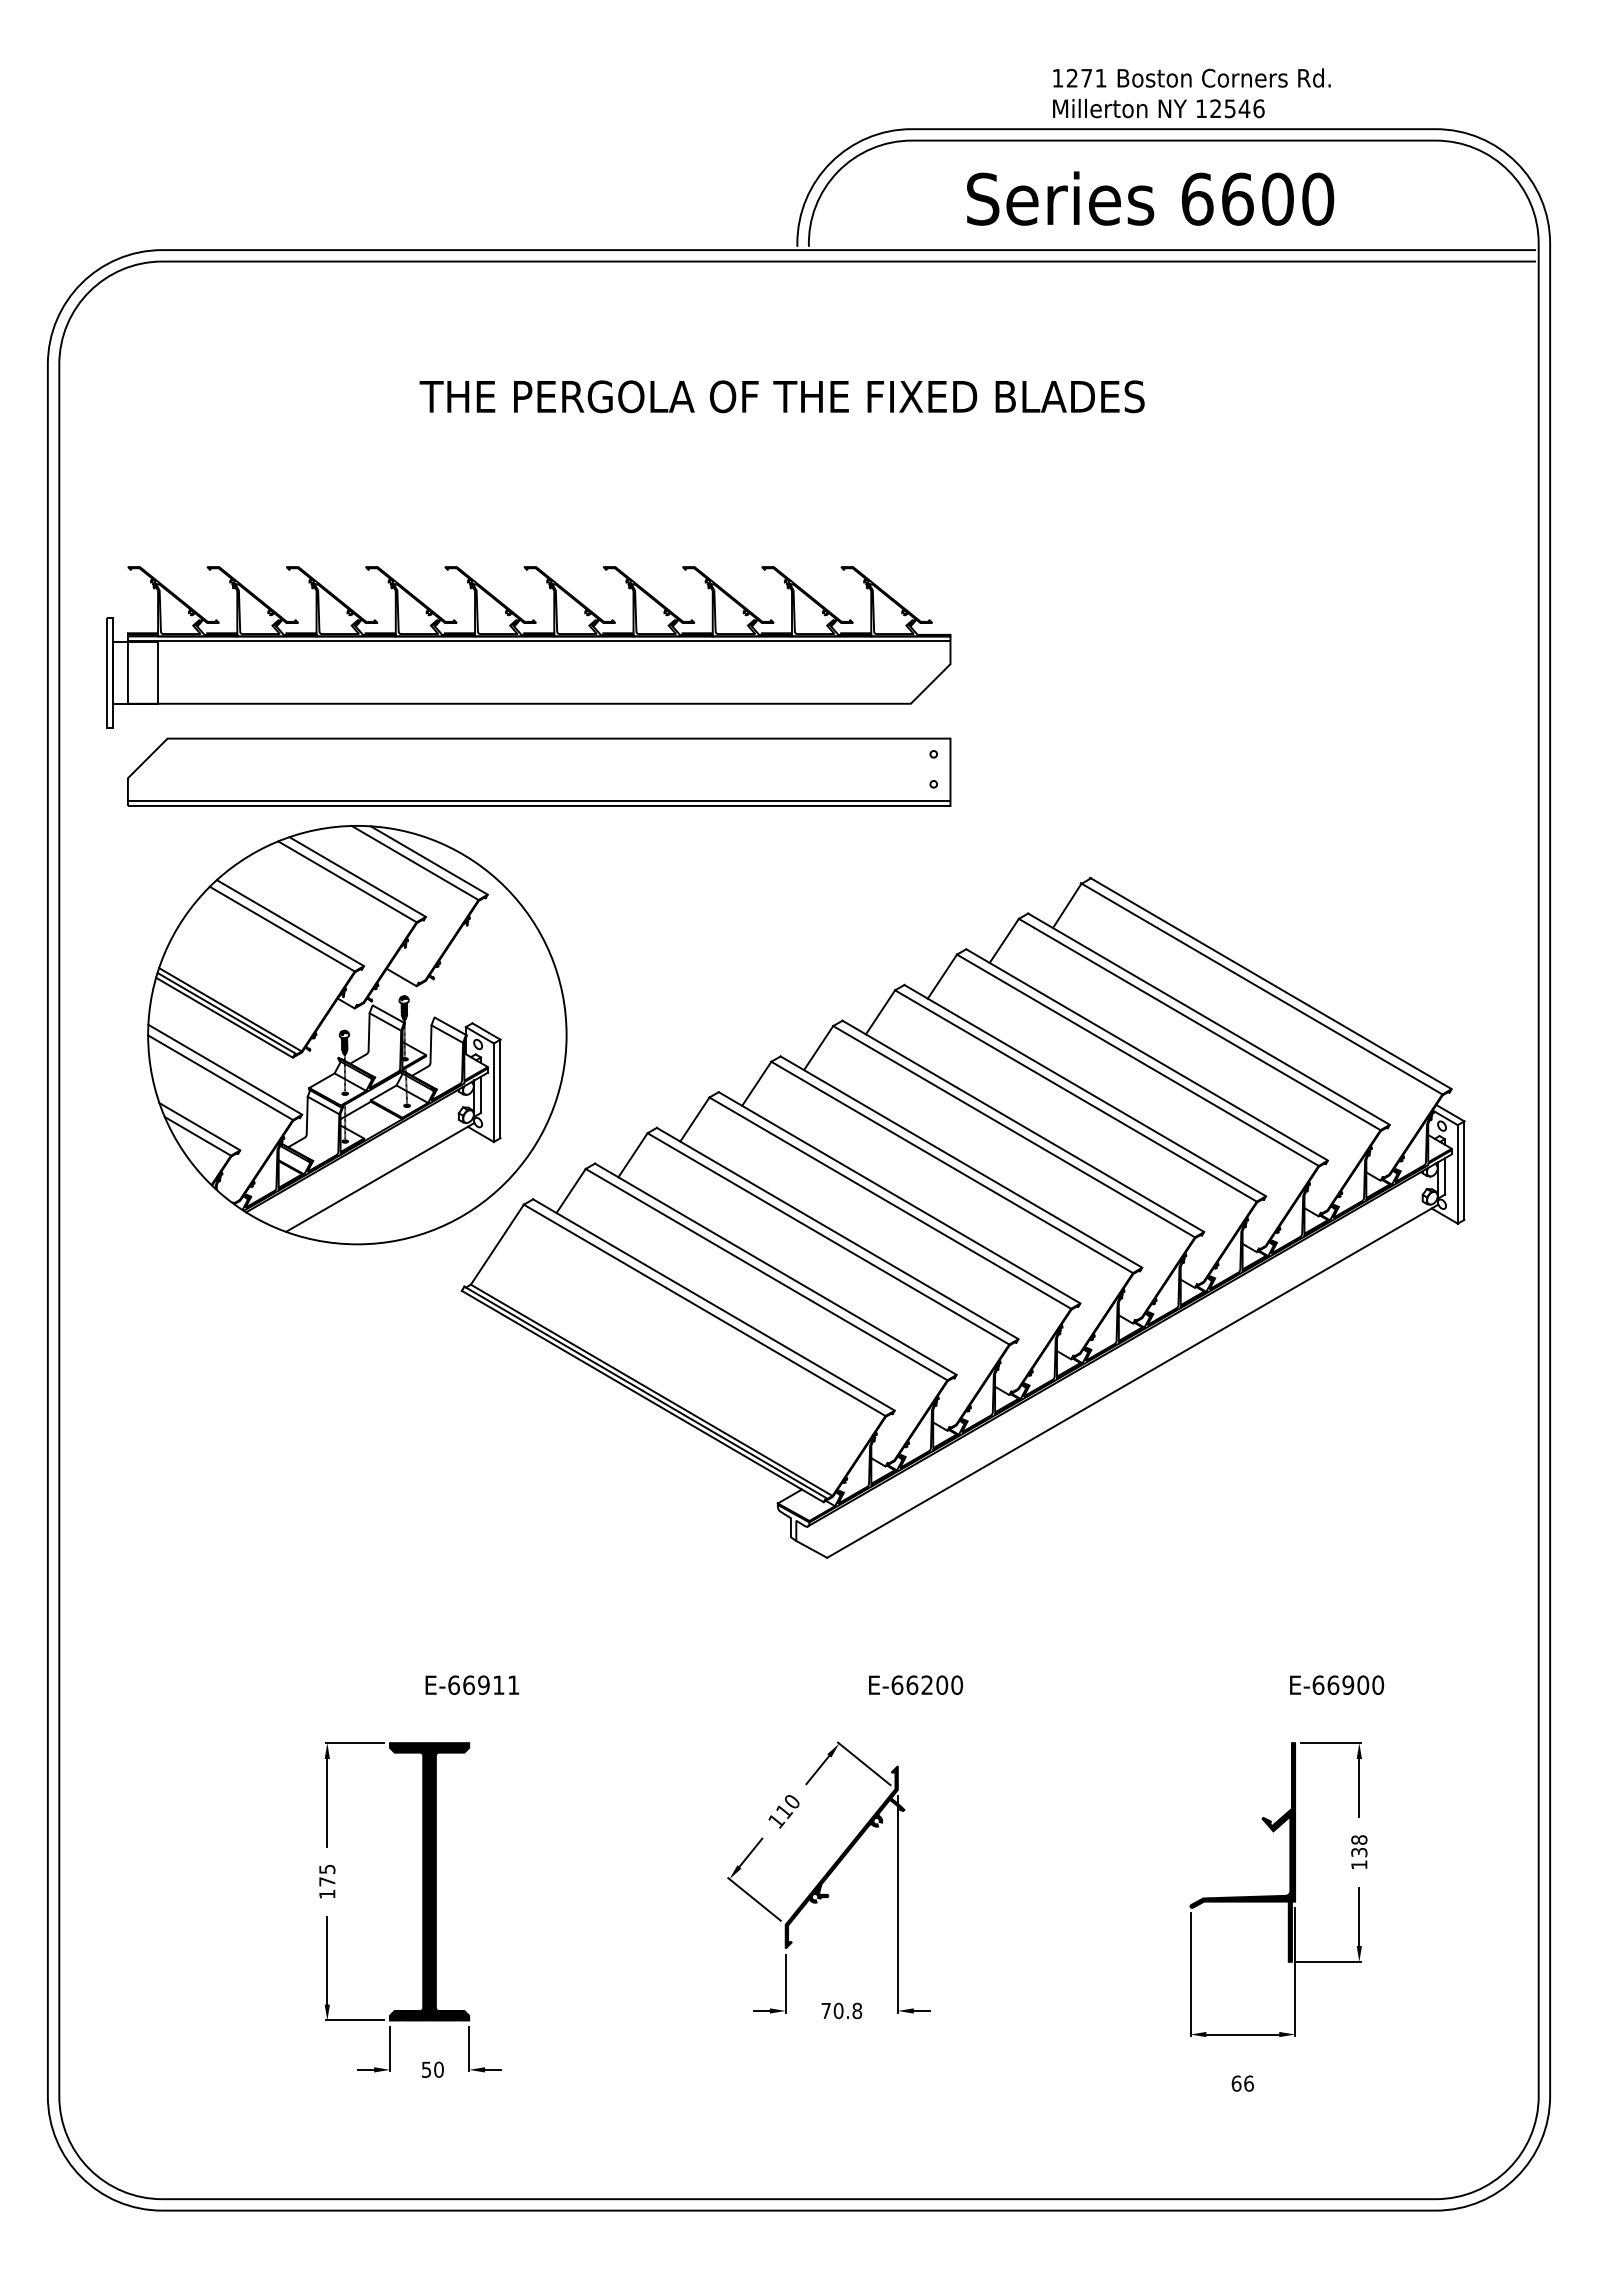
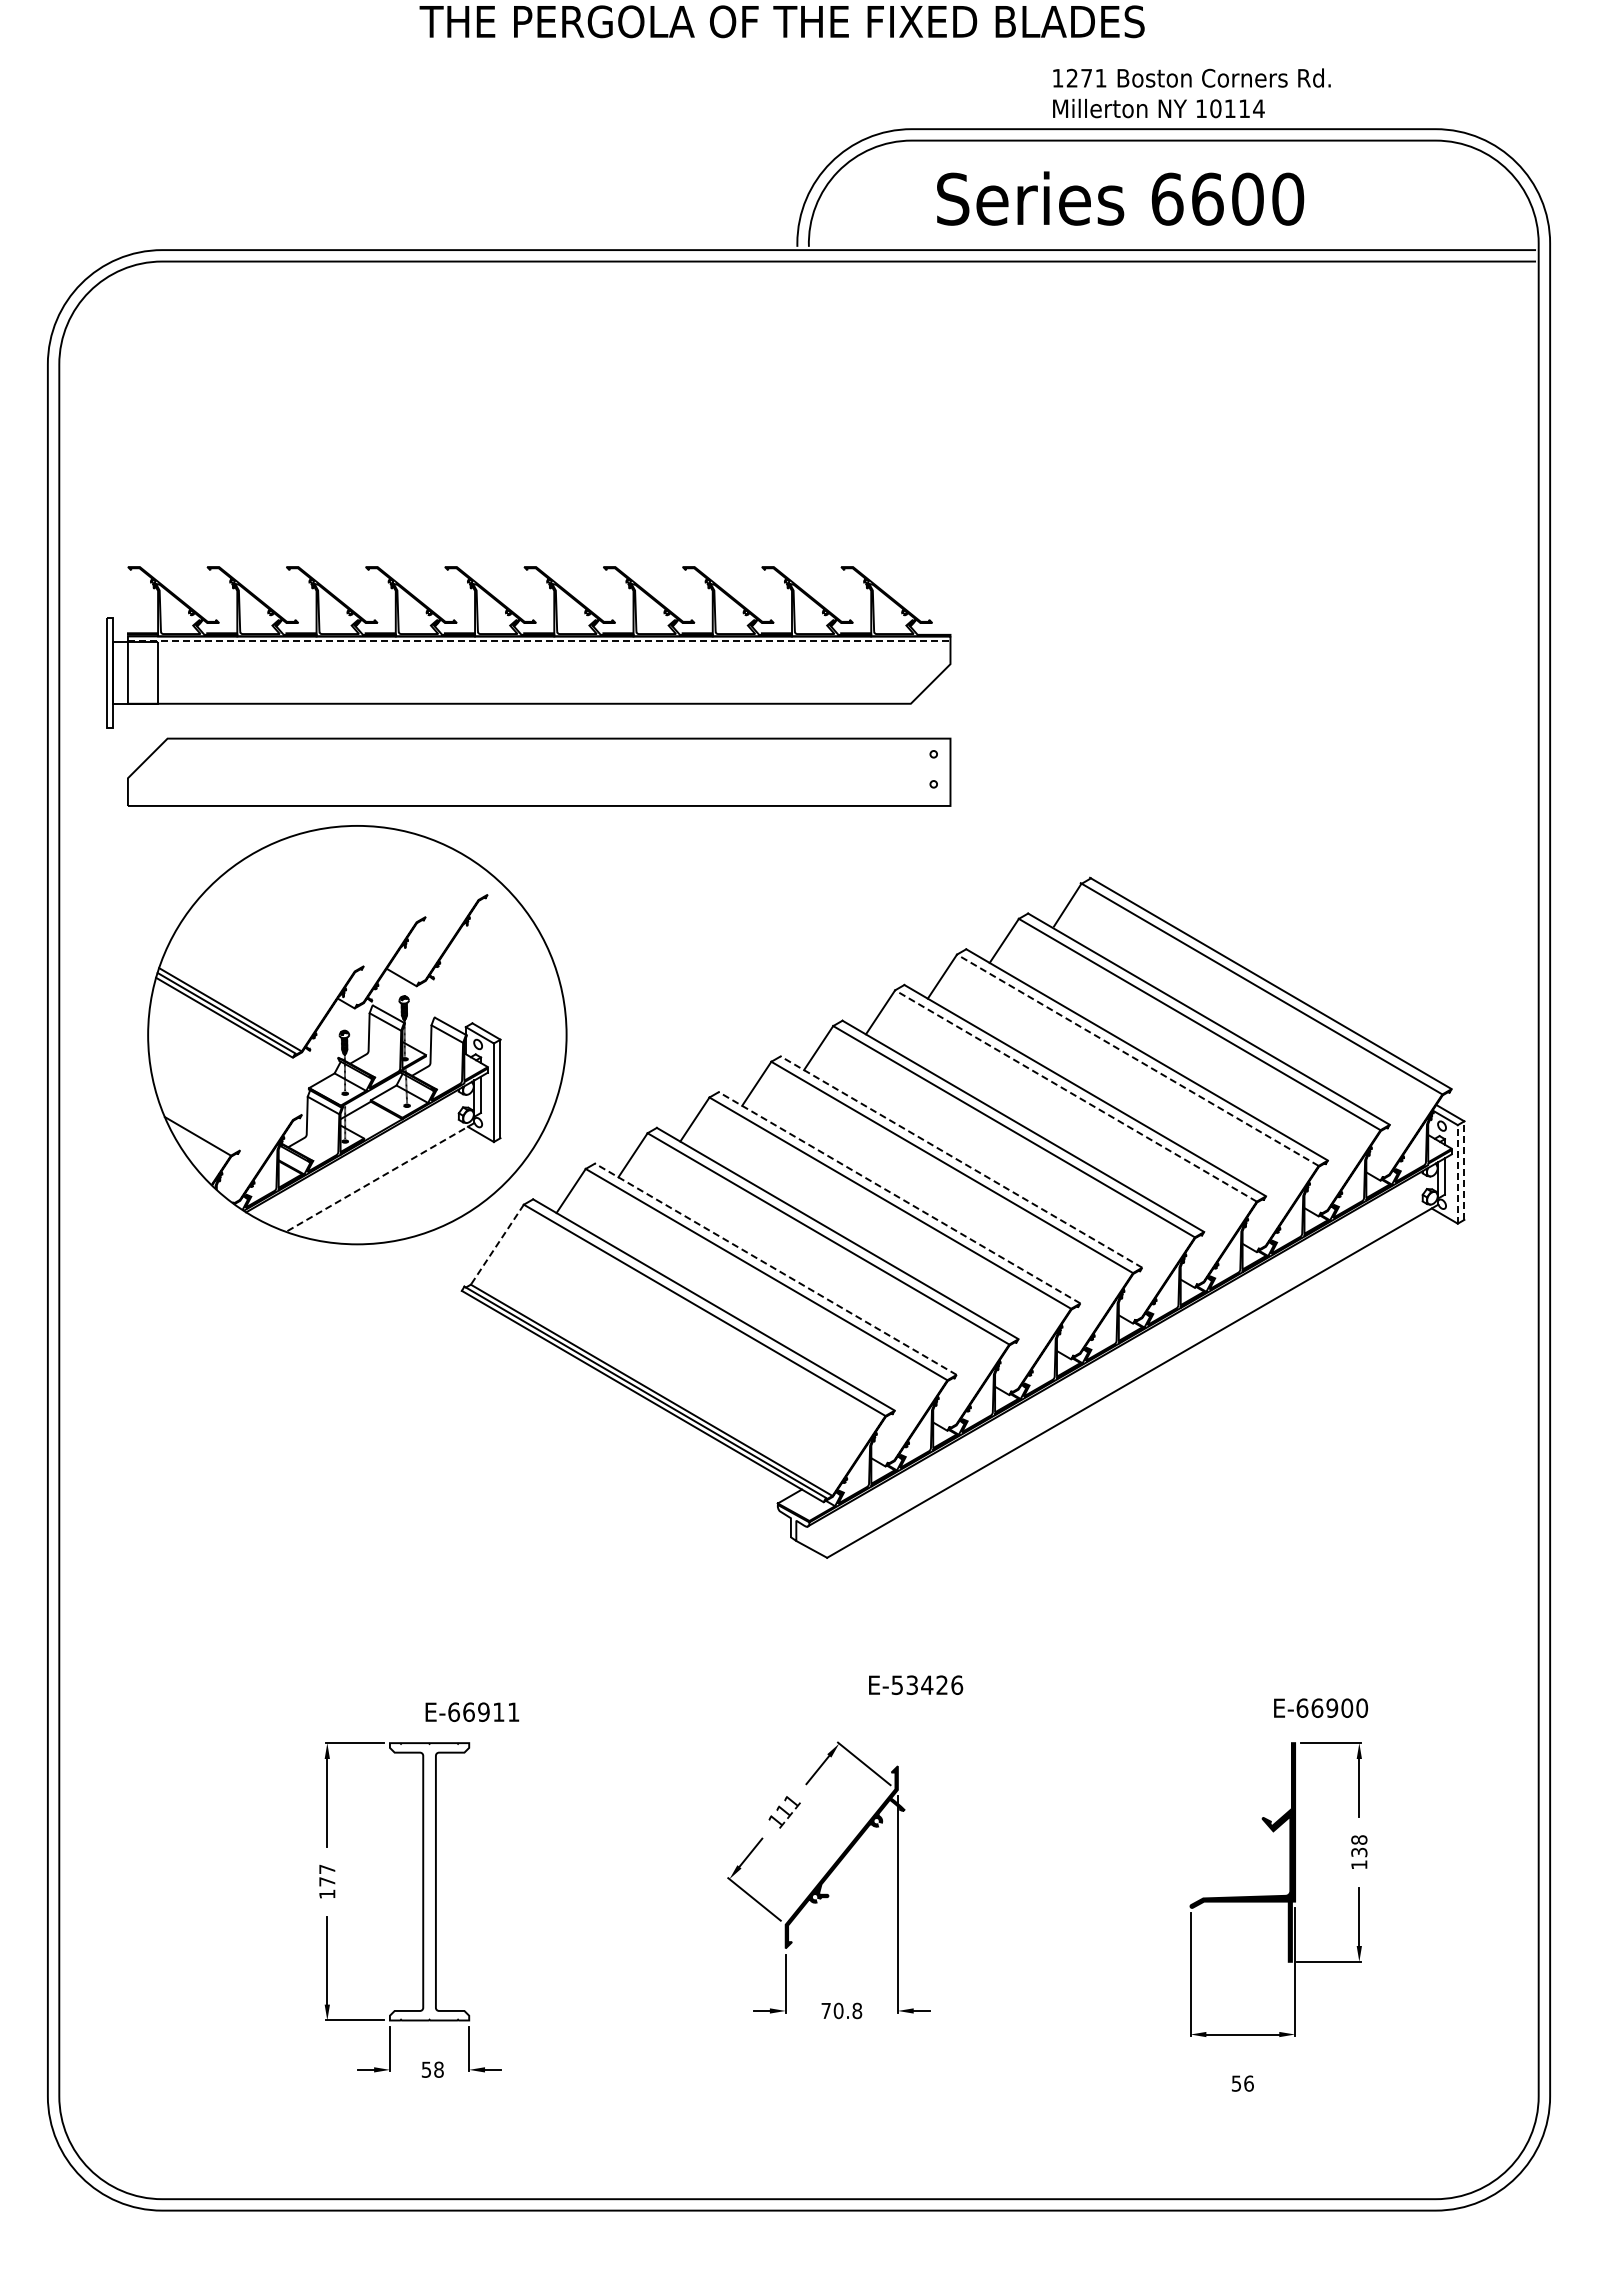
text at (1237, 108): 12546 -> 10114
text at (1150, 198) position: (1150, 198) -> (1120, 198)
text at (781, 396) position: (781, 396) -> (781, 21)
line at (539, 641): solid -> dashed
line at (538, 801): present -> none
line at (428, 860): present -> none
line at (414, 862): present -> none
line at (357, 876): present -> none
line at (347, 881): present -> none
line at (290, 923): present -> none
line at (281, 928): present -> none
line at (1137, 1060): solid -> dashed
line at (225, 1069): present -> none
line at (220, 1077): present -> none
line at (1075, 1095): solid -> dashed
line at (199, 1126): present -> none
line at (961, 1161): solid -> dashed
line at (1464, 1170): solid -> dashed
line at (1457, 1173): solid -> dashed
line at (380, 1177): solid -> dashed
line at (899, 1197): solid -> dashed
line at (497, 1244): solid -> dashed
line at (775, 1269): solid -> dashed
text at (472, 1684) position: (472, 1684) -> (472, 1711)
text at (1337, 1684) position: (1337, 1684) -> (1321, 1707)
text at (927, 1685): E-66200 -> E-53426
text at (792, 1802): 110 -> 111
text at (327, 1868): 175 -> 177
fill at (429, 1881): present -> none
text at (438, 2069): 50 -> 58
text at (1236, 2083): 66 -> 56
